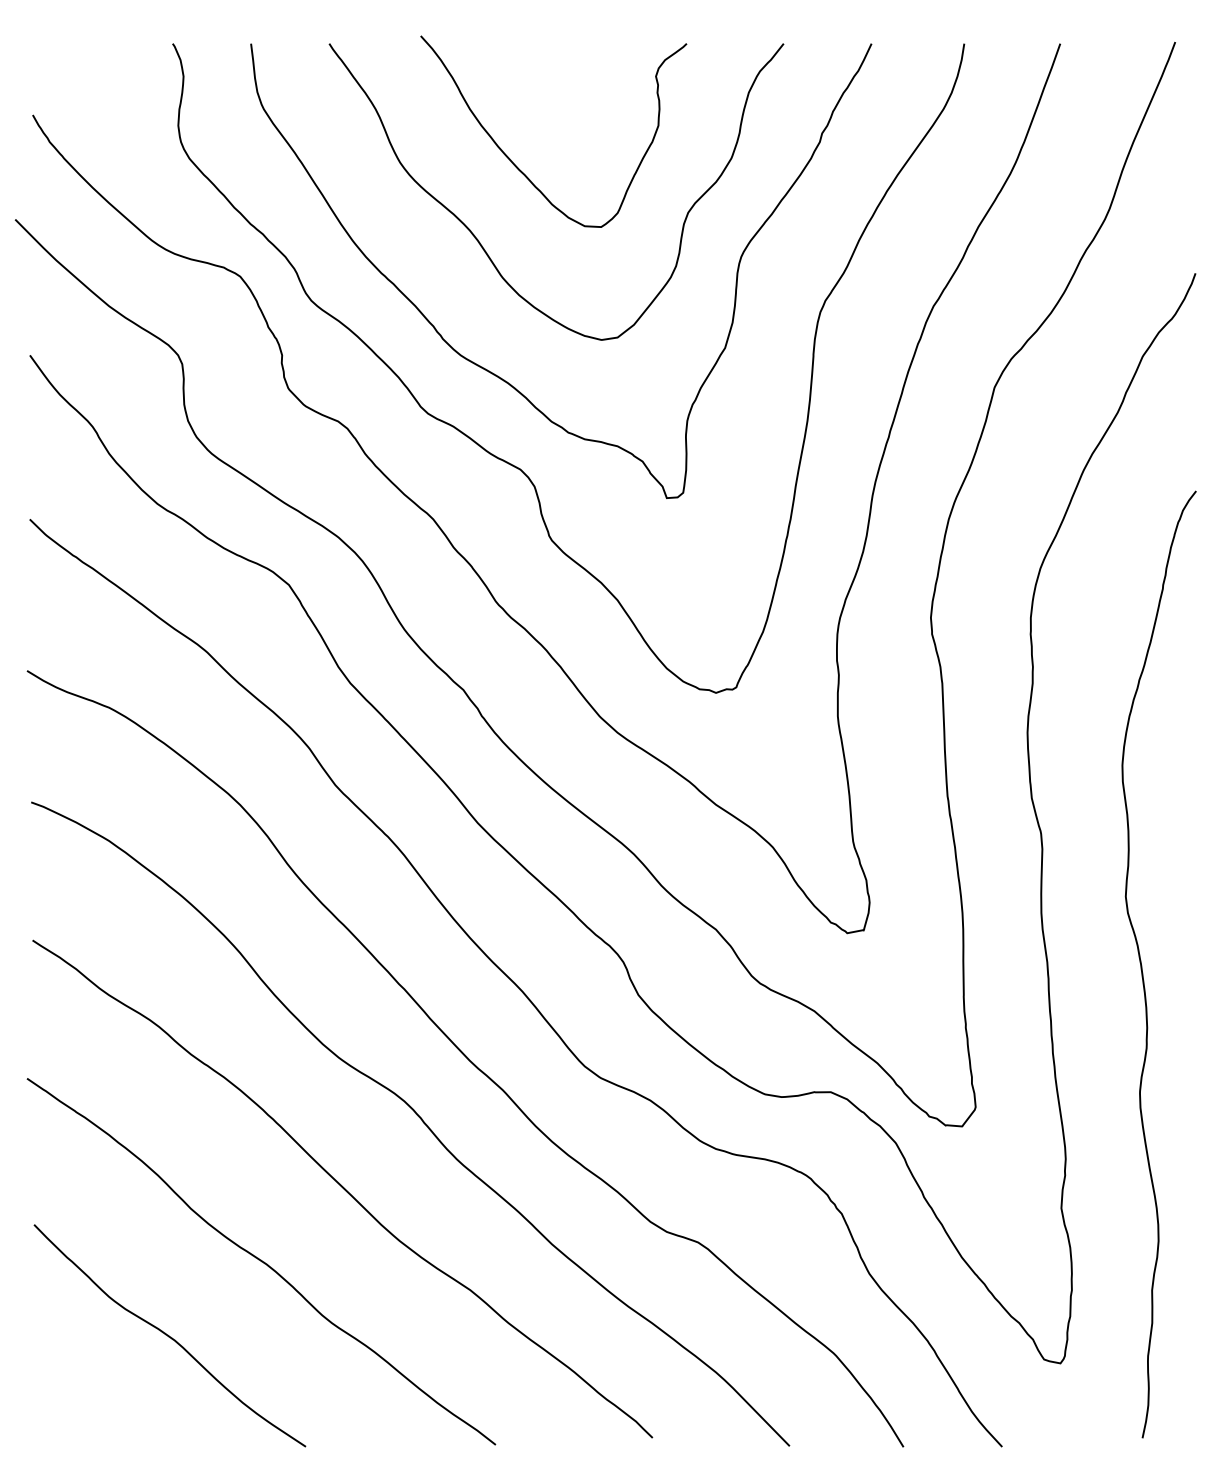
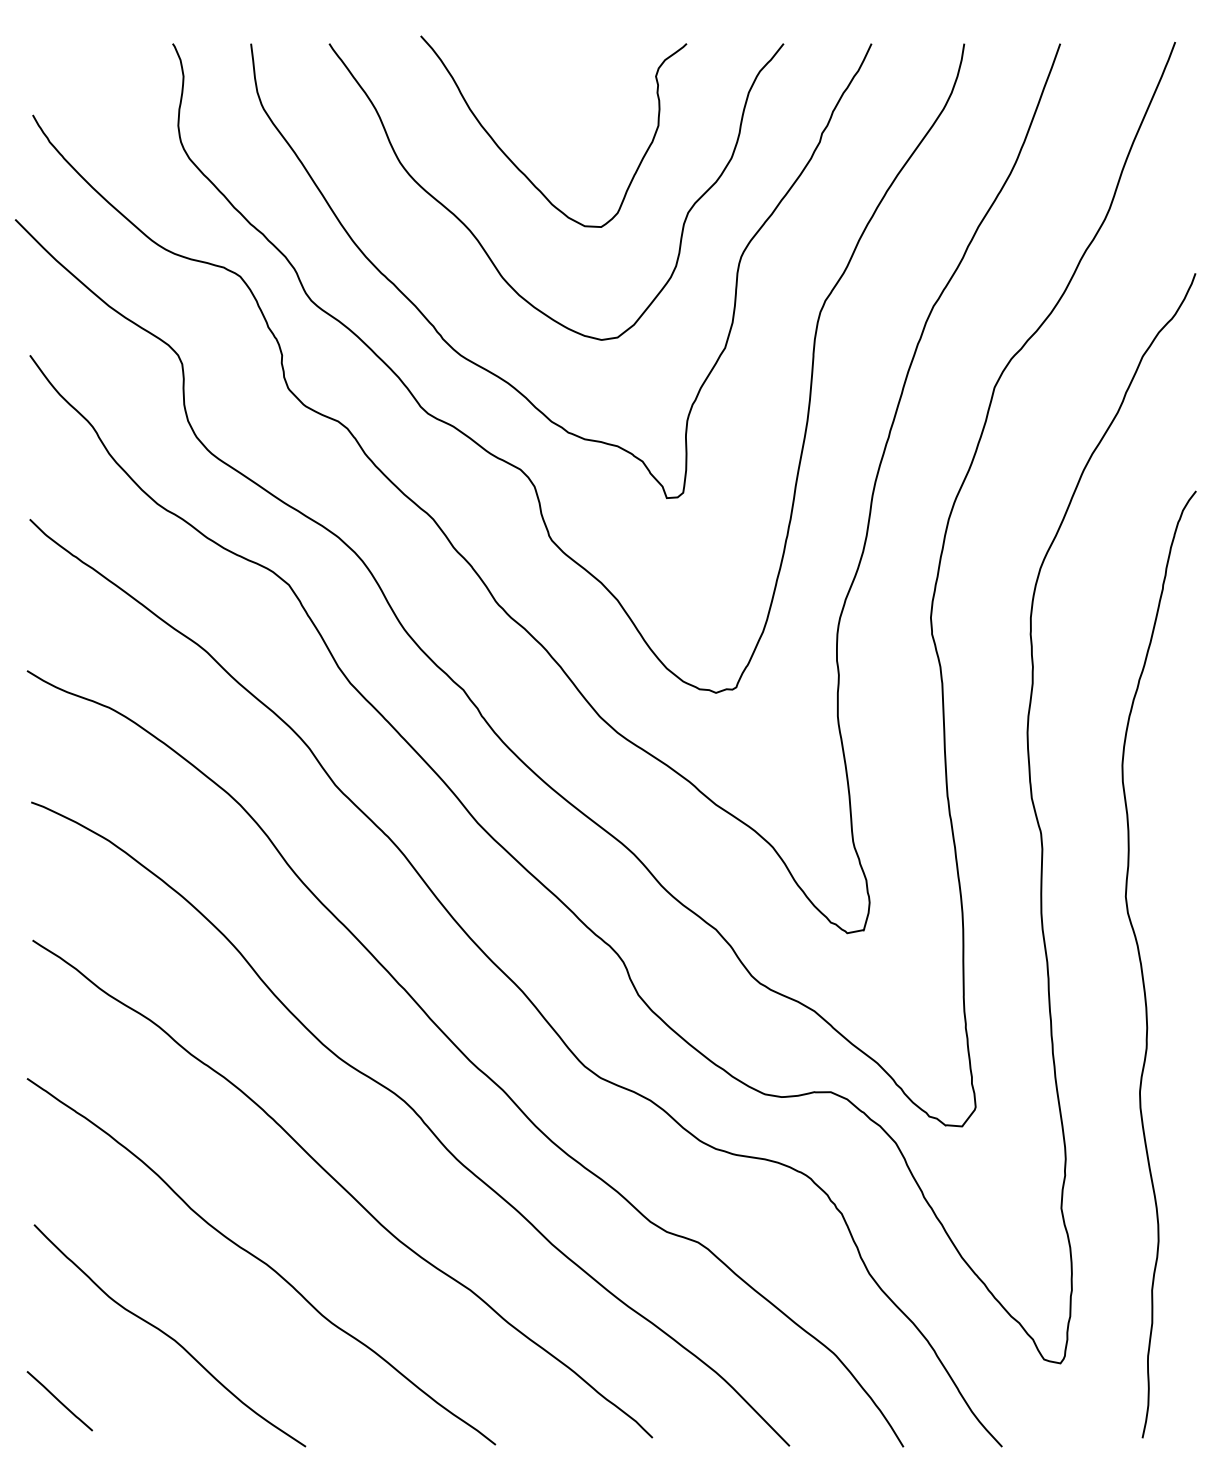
line at (59, 1401): none -> present
